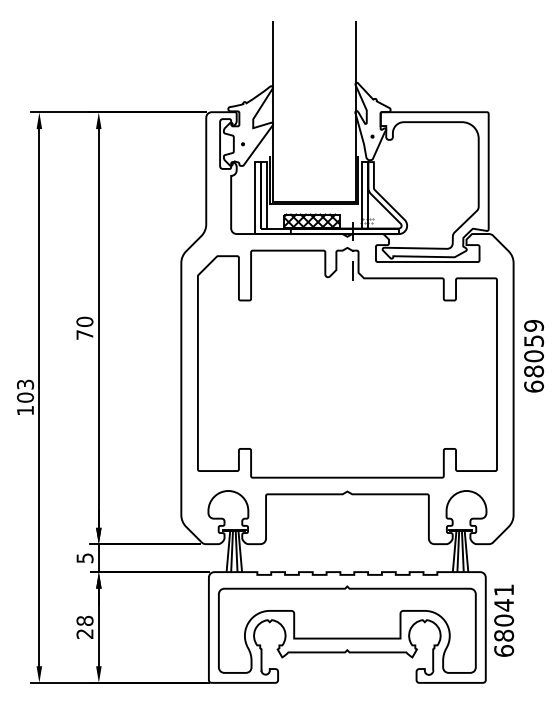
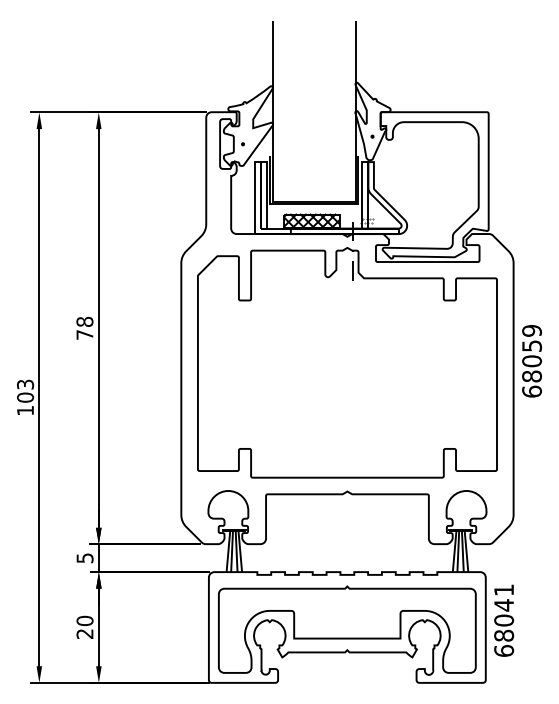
text at (84, 321): 70 -> 78
text at (534, 356) position: (534, 356) -> (532, 361)
text at (84, 620): 28 -> 20
